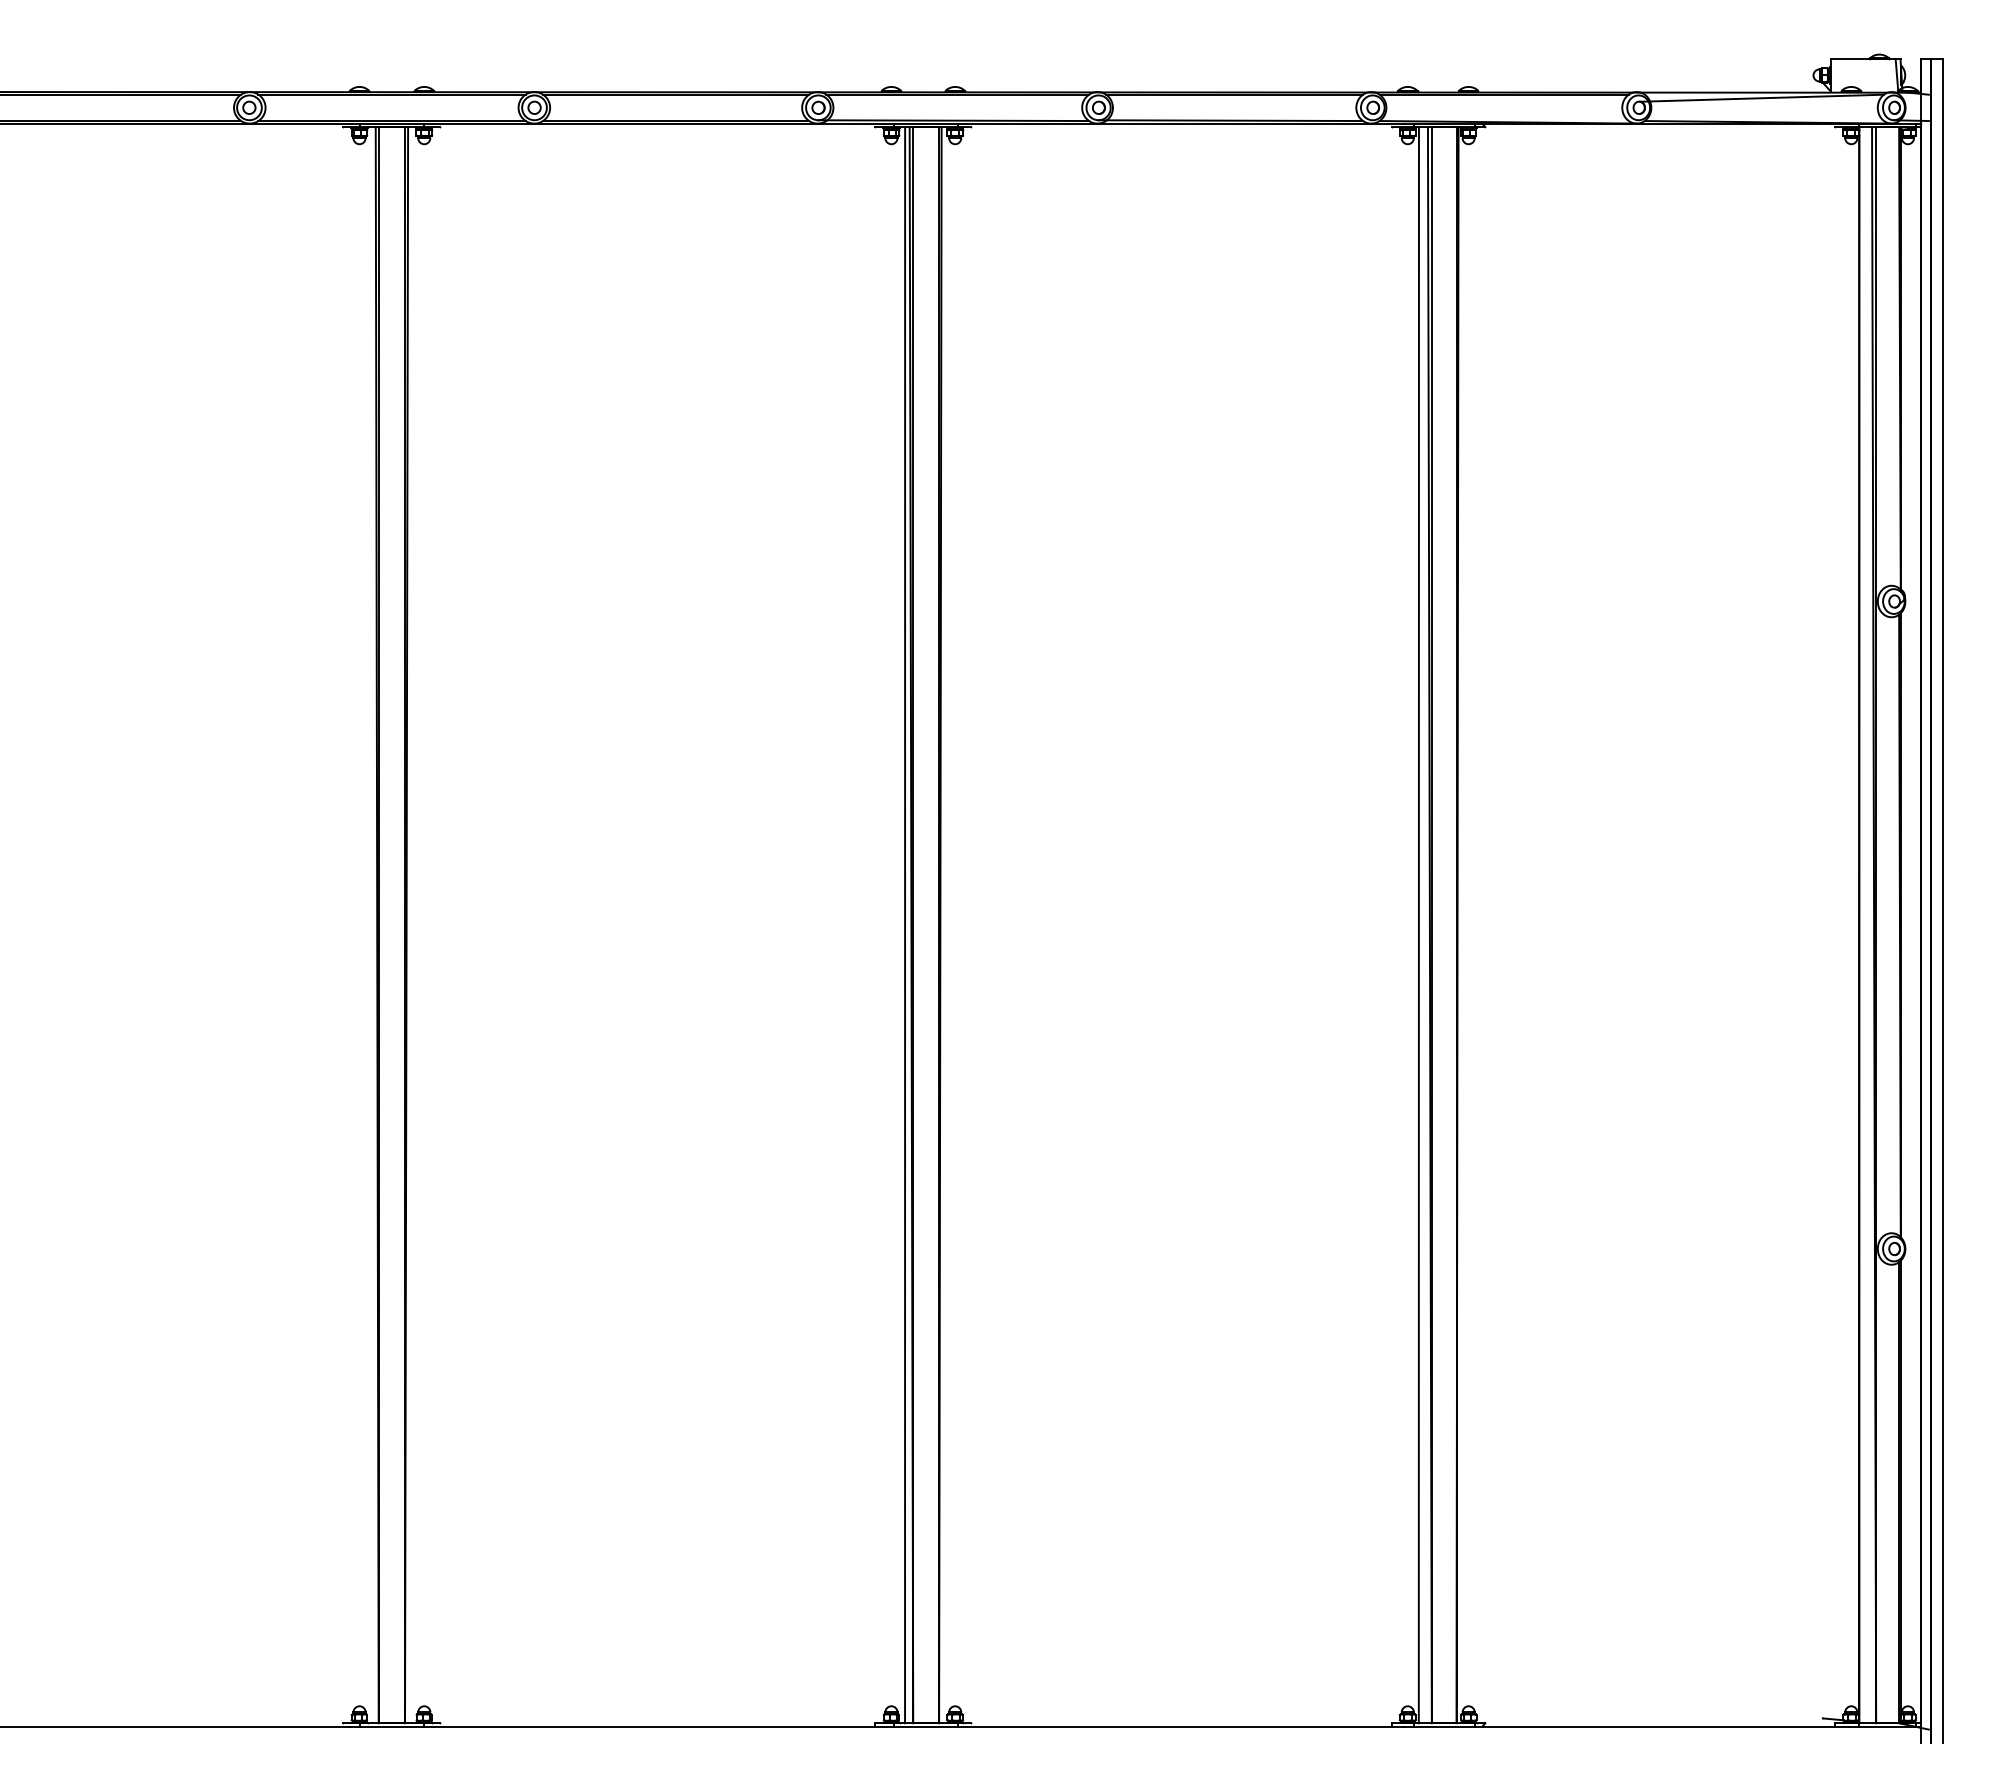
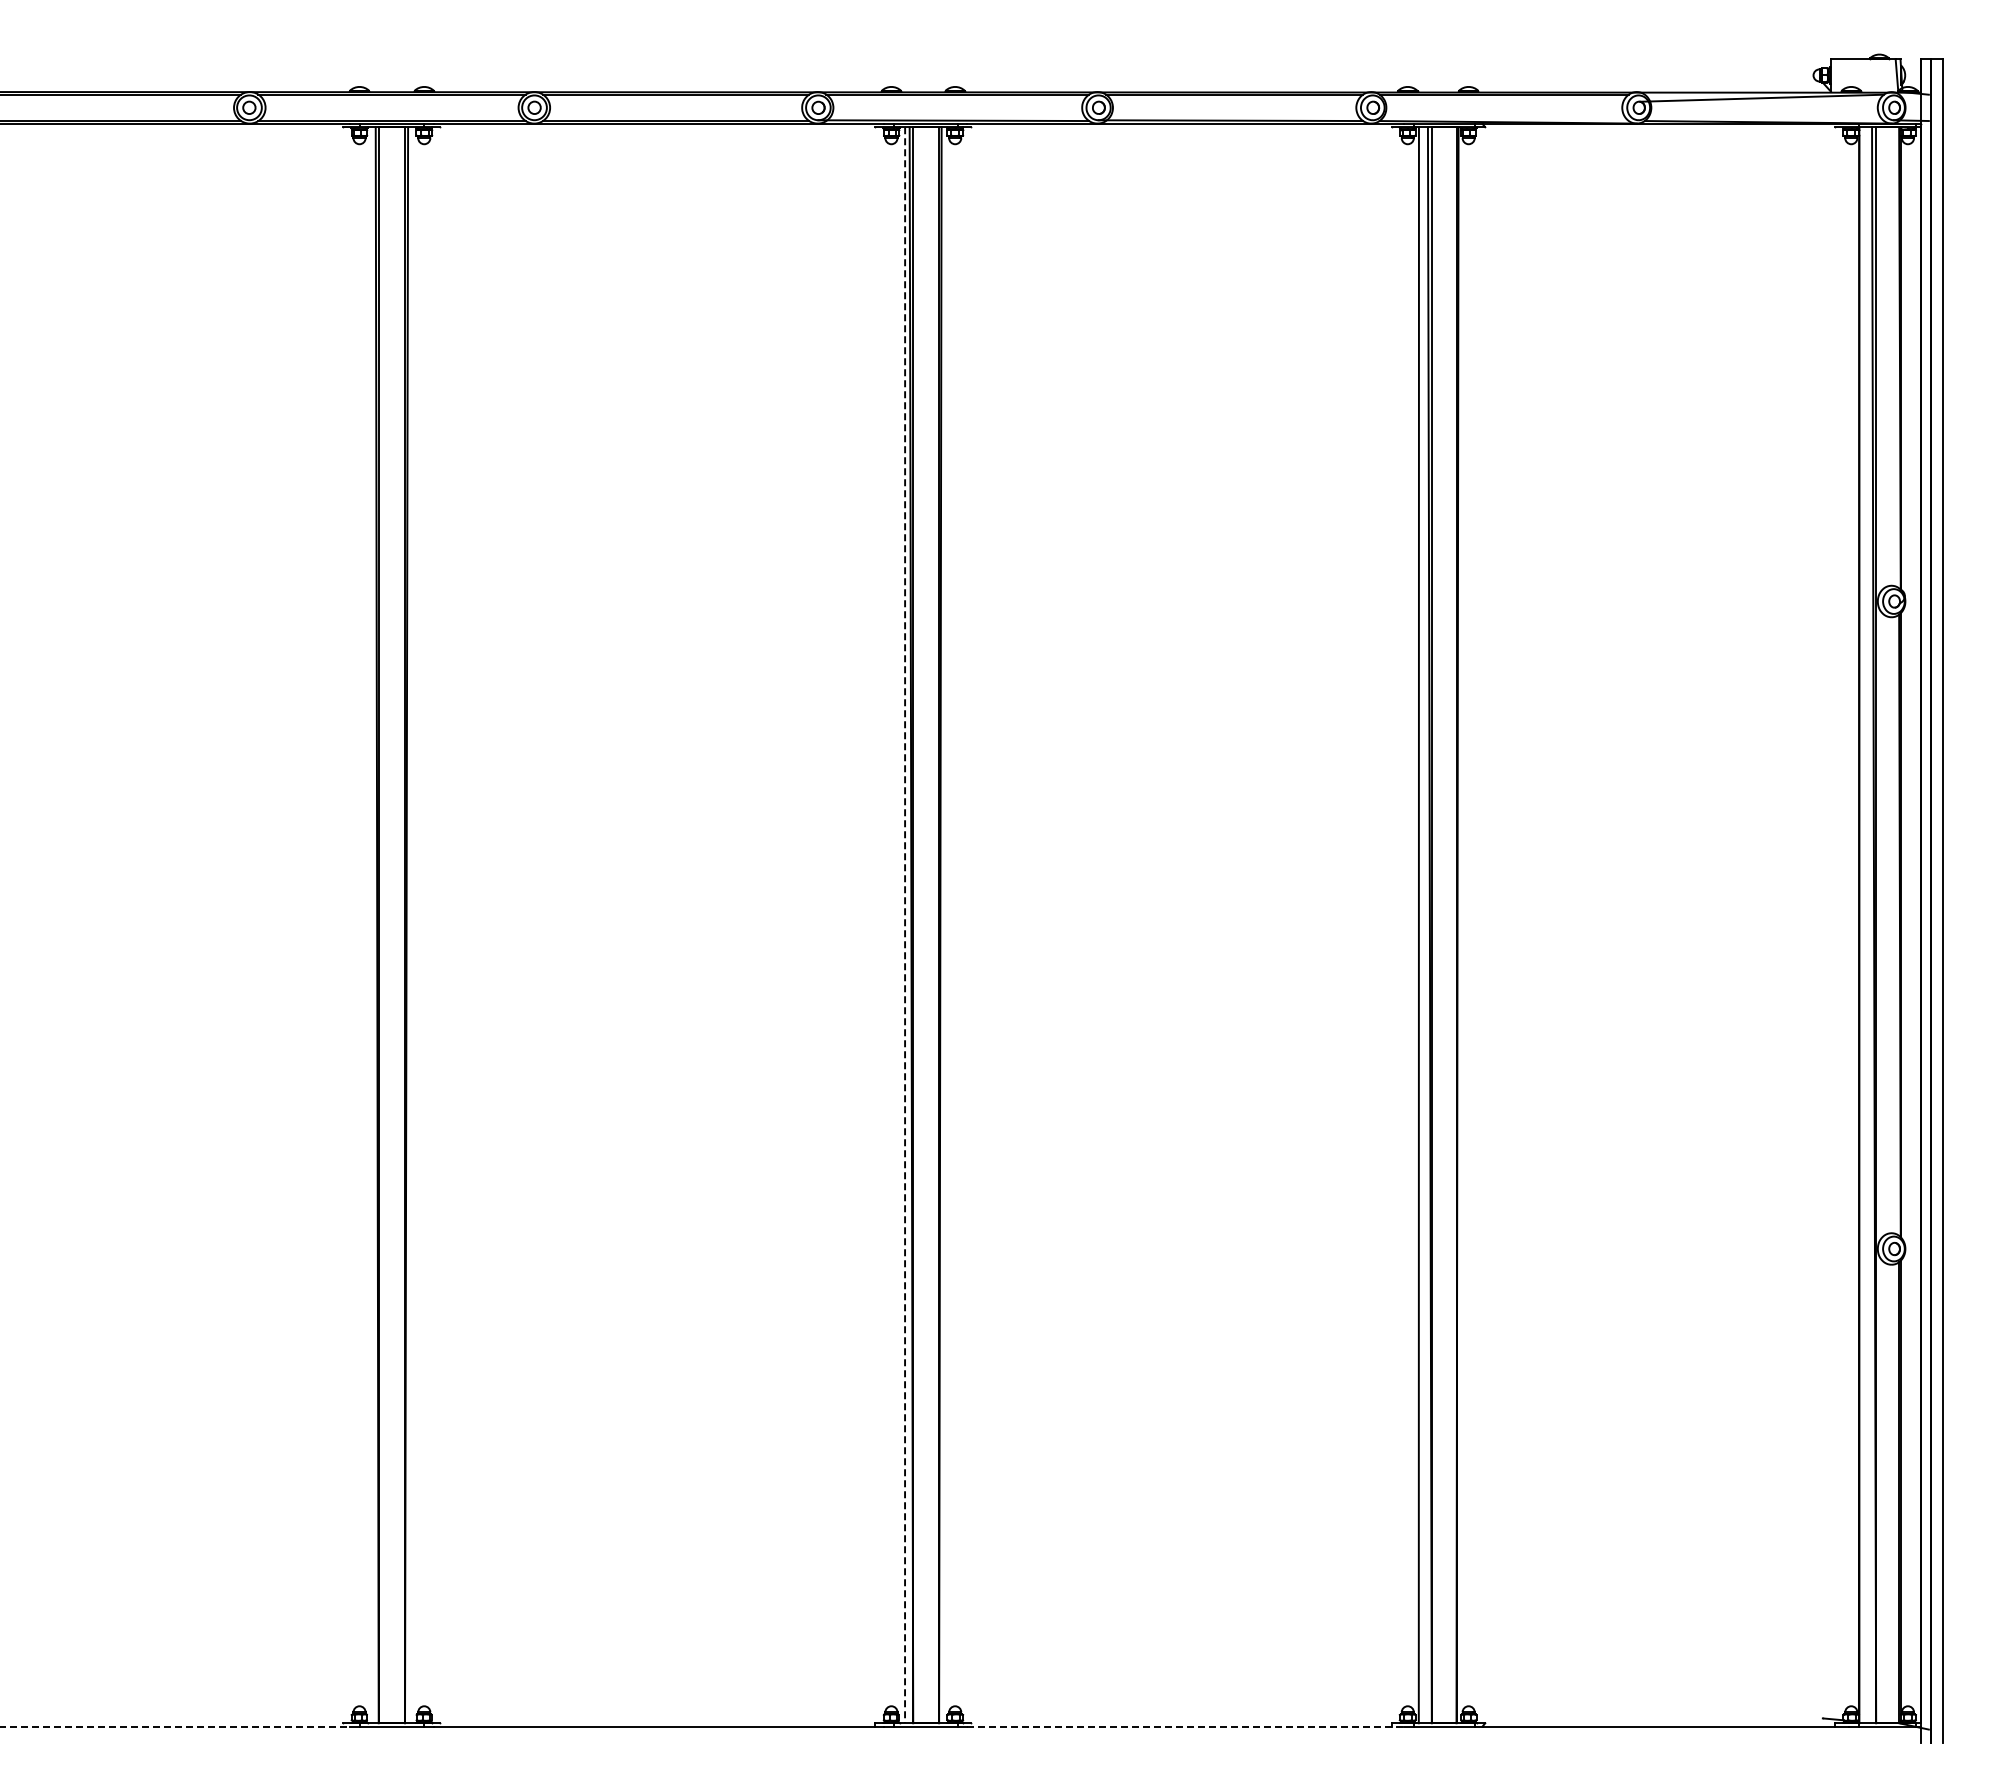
line at (905, 925): solid -> dashed
line at (175, 1726): solid -> dashed
line at (1185, 1726): solid -> dashed
